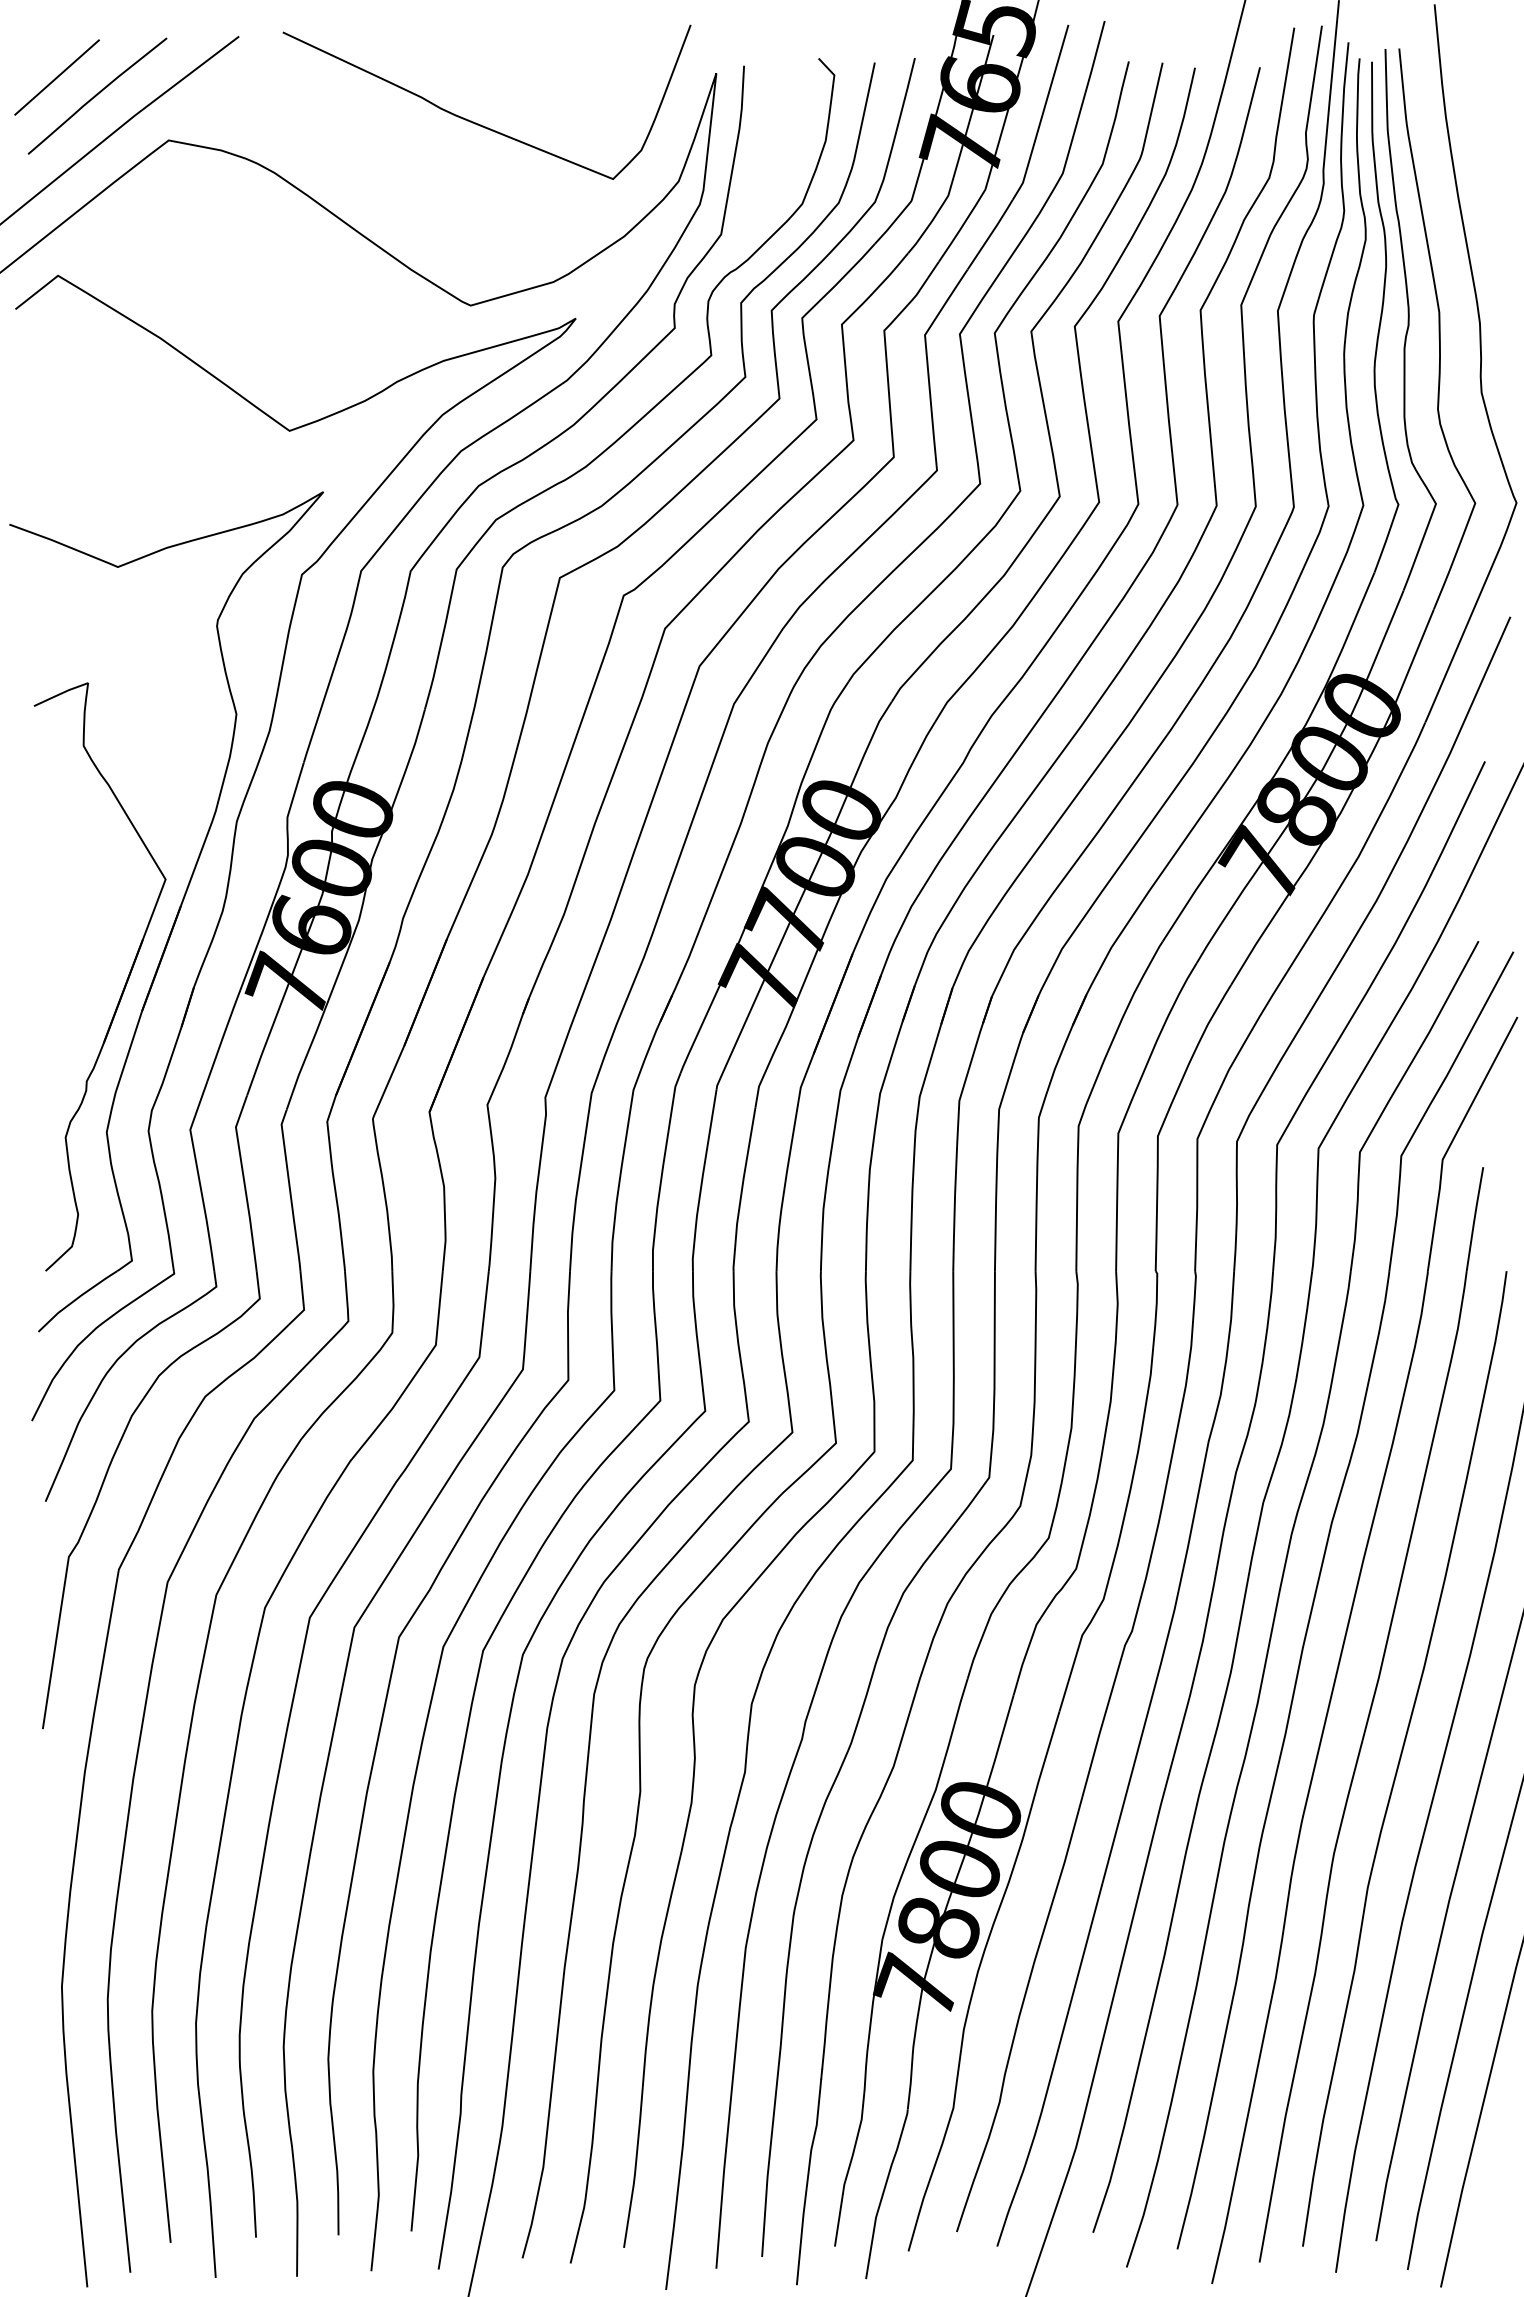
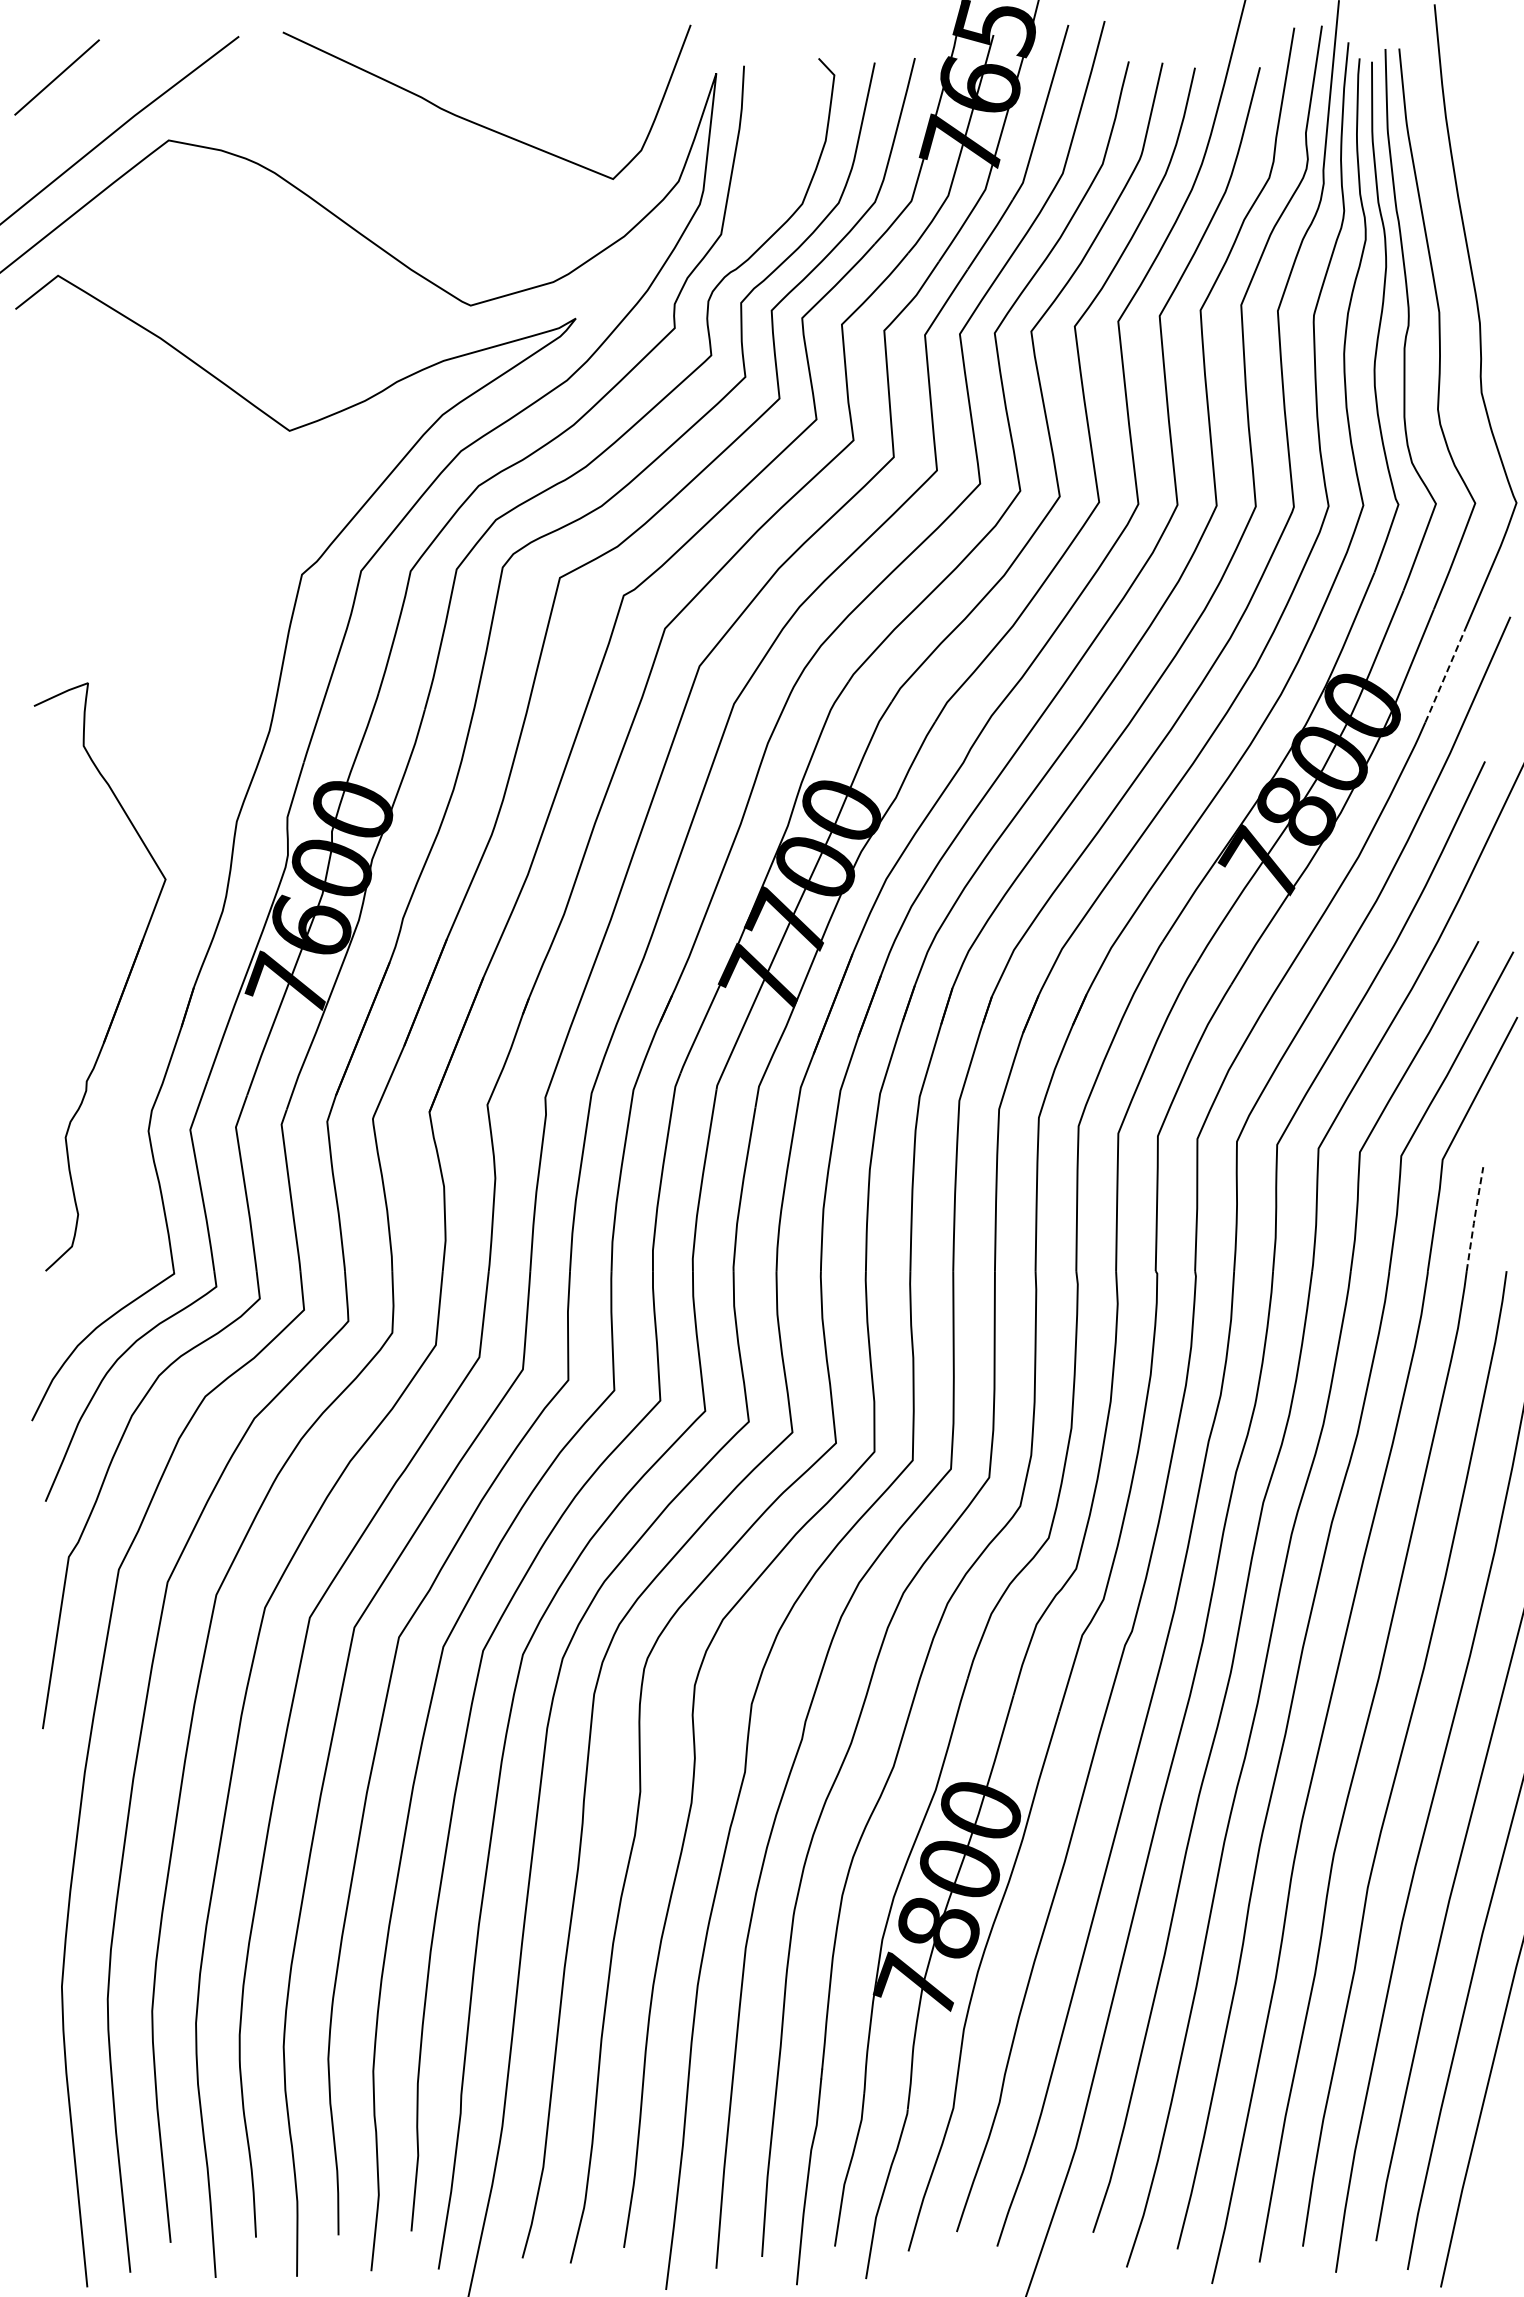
curve at (97, 95): present -> none
line at (1445, 676): solid -> dashed
part at (176, 914): present -> none
line at (1474, 1218): solid -> dashed
